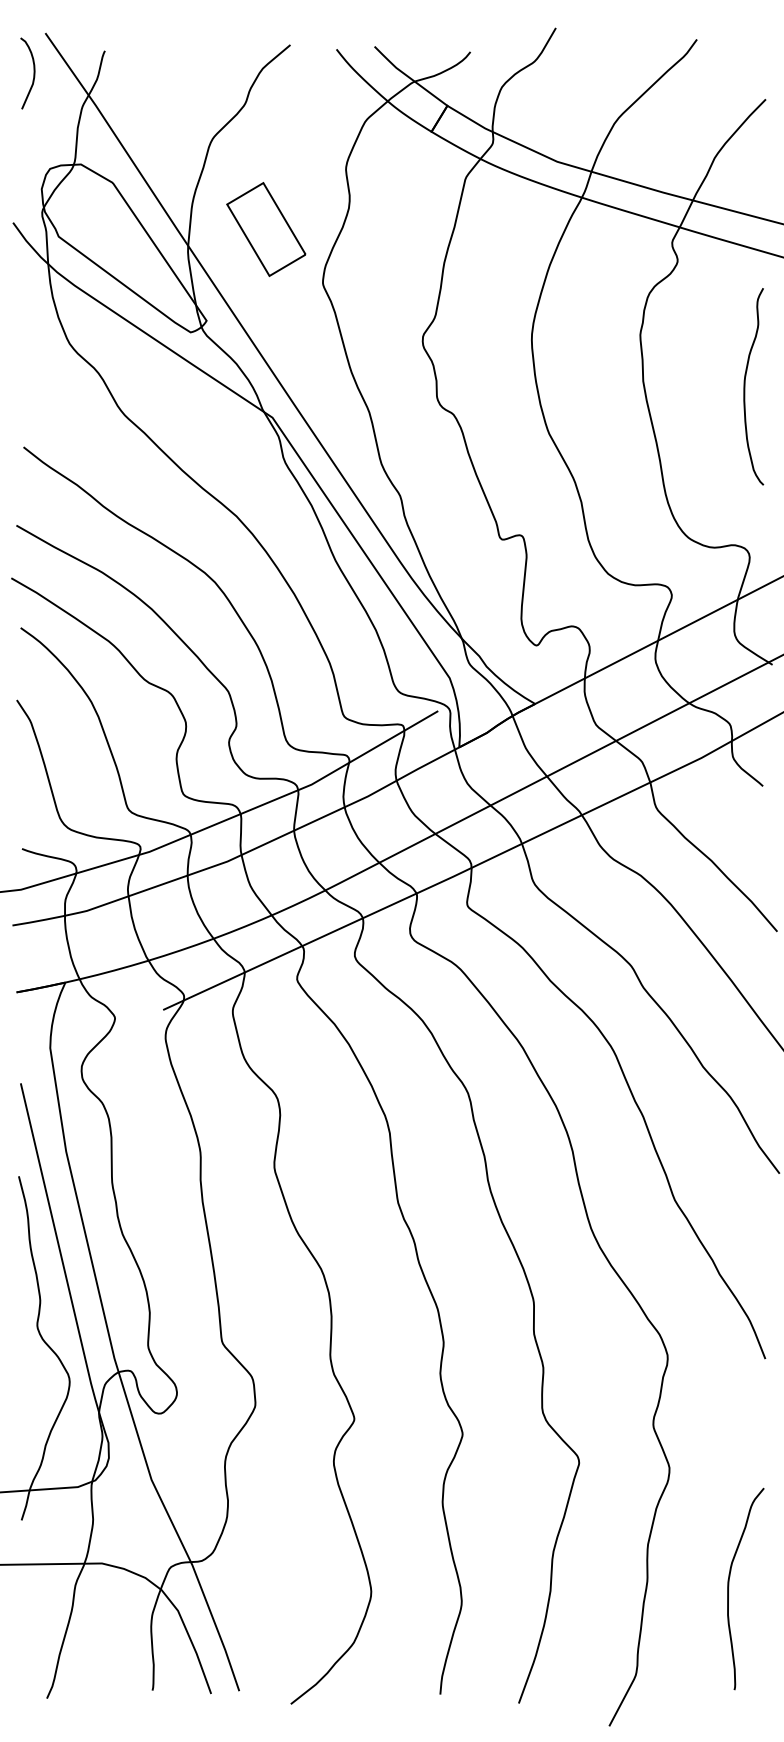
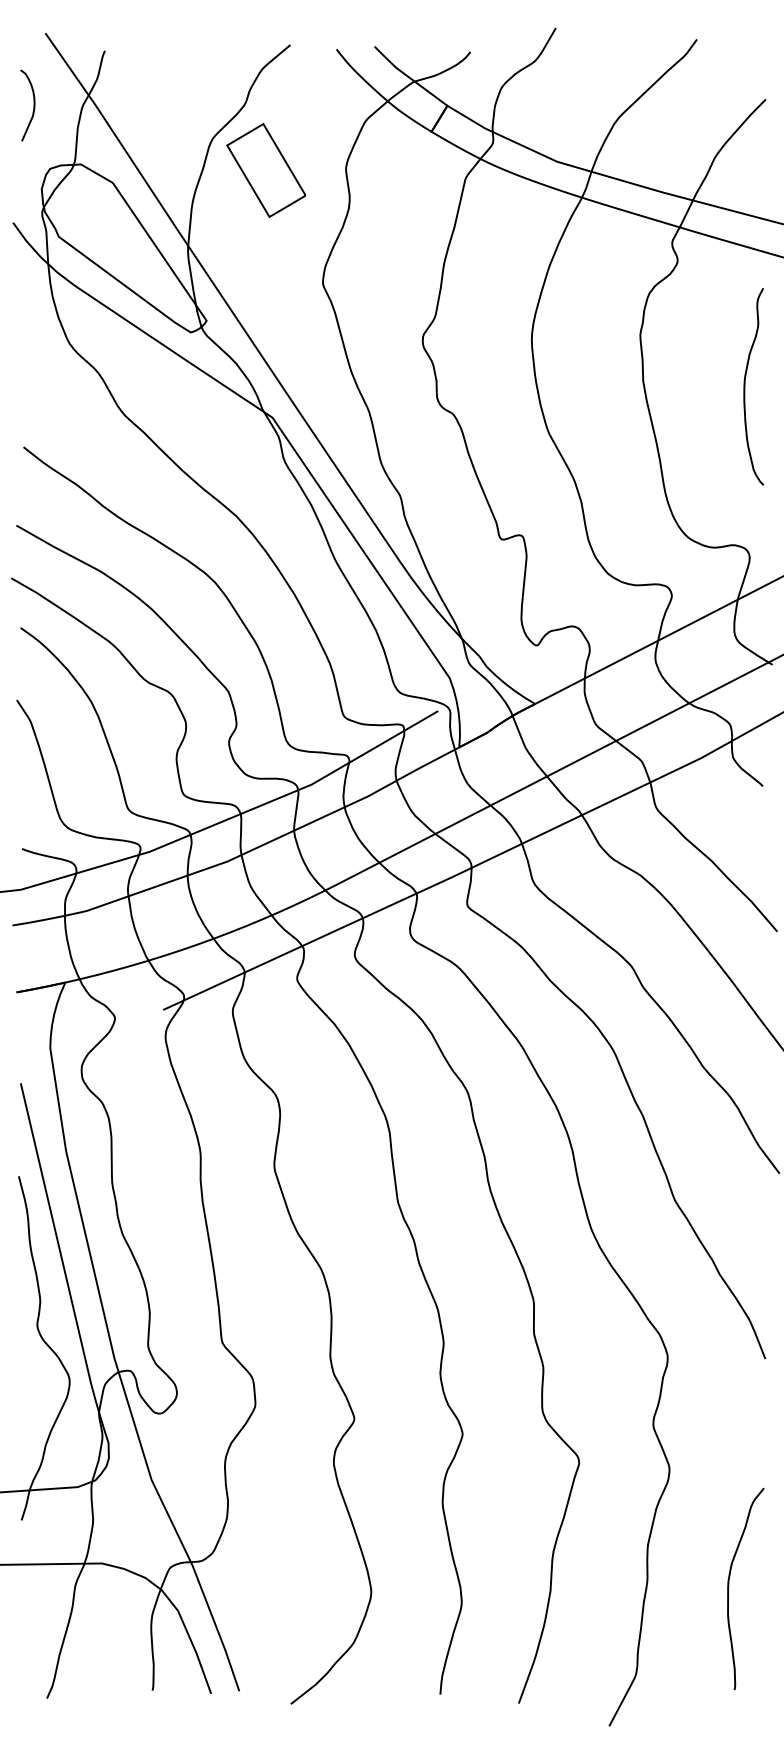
curve at (33, 73) position: (33, 73) -> (33, 105)
part at (266, 229) position: (266, 229) -> (266, 170)
